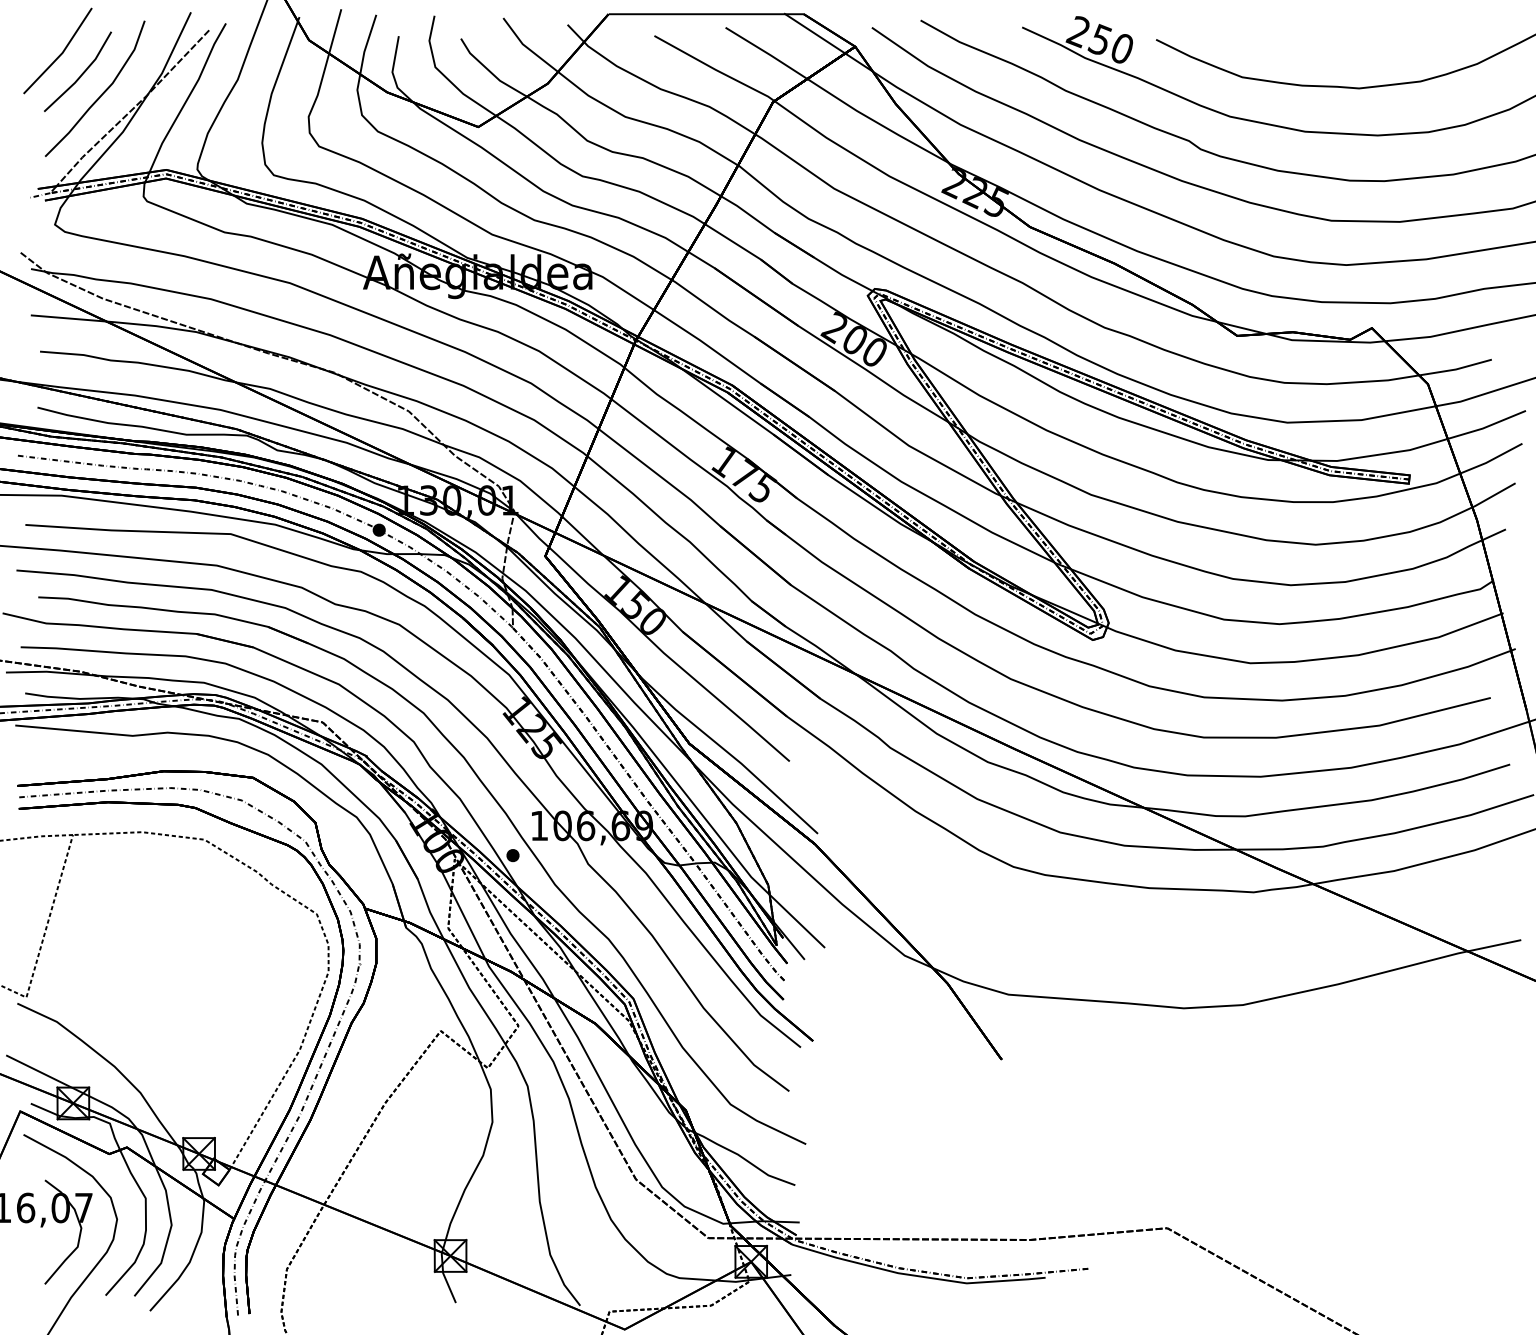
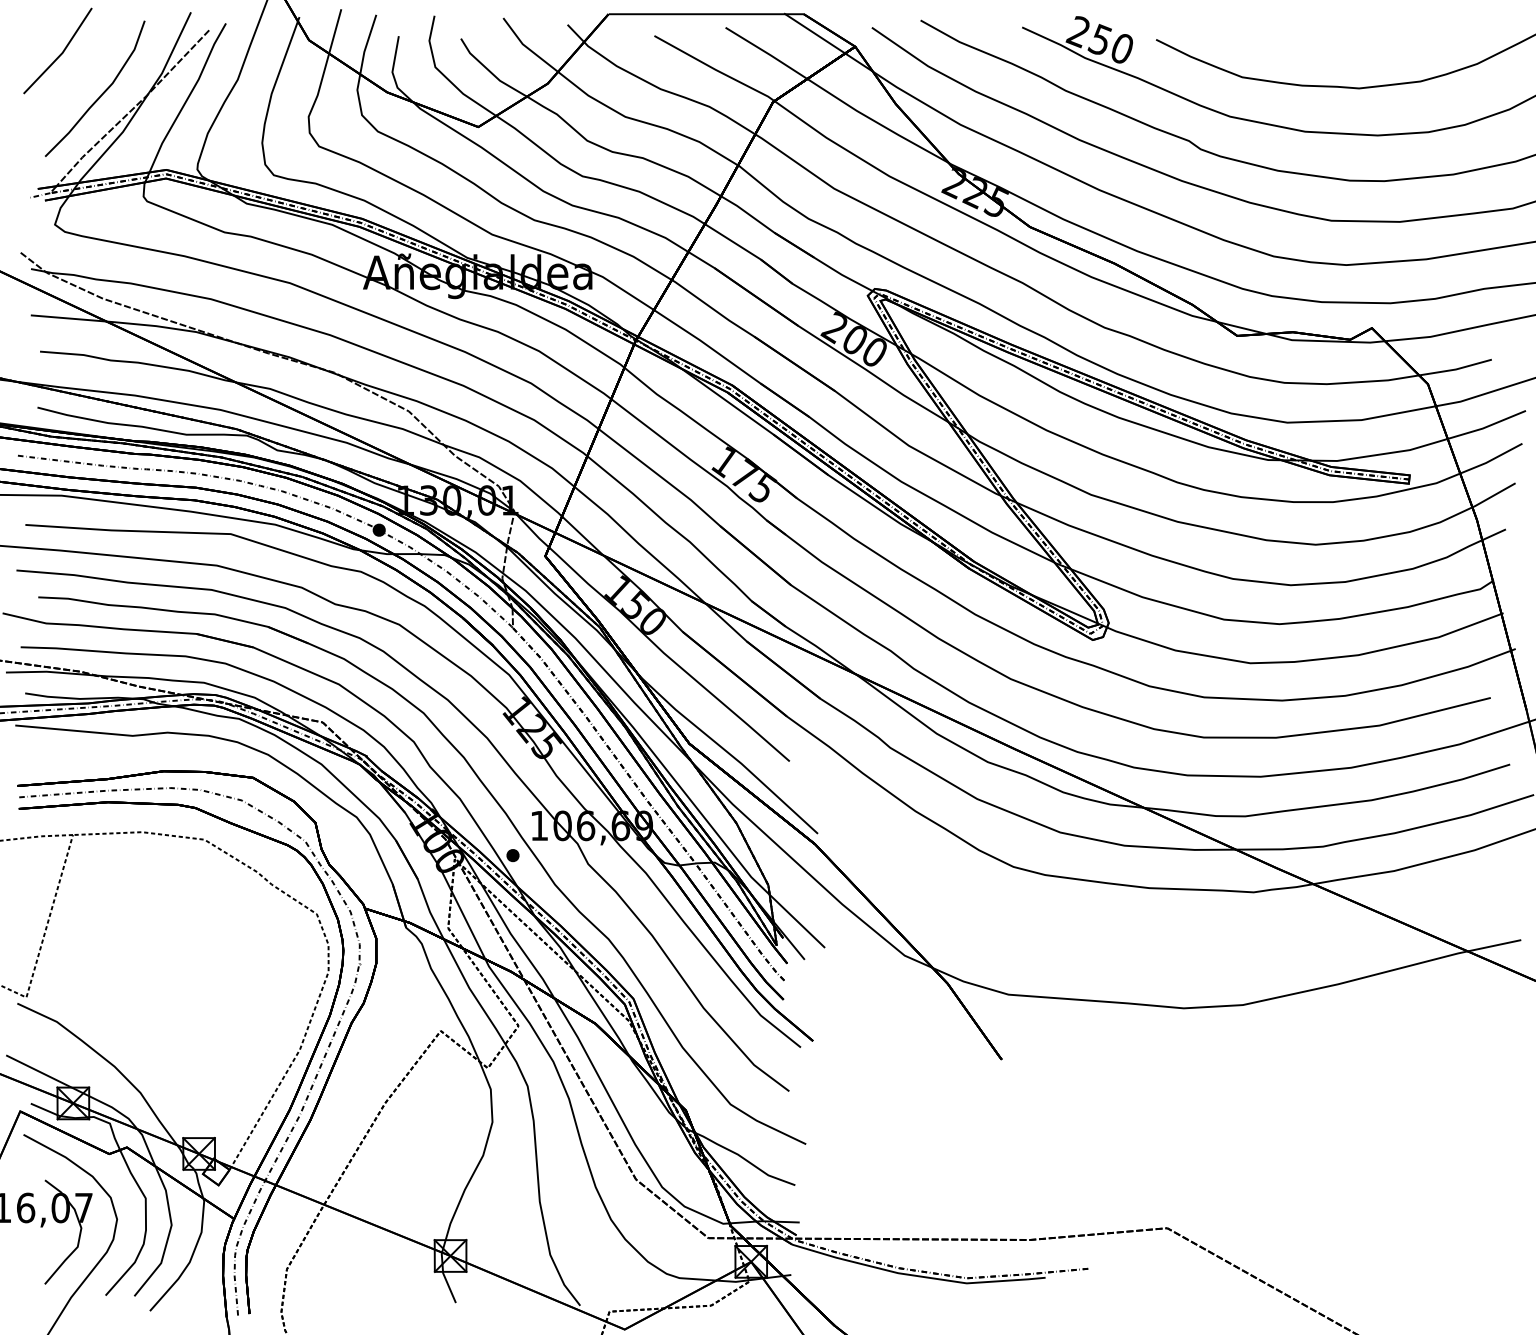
line at (81, 73): present -> none
